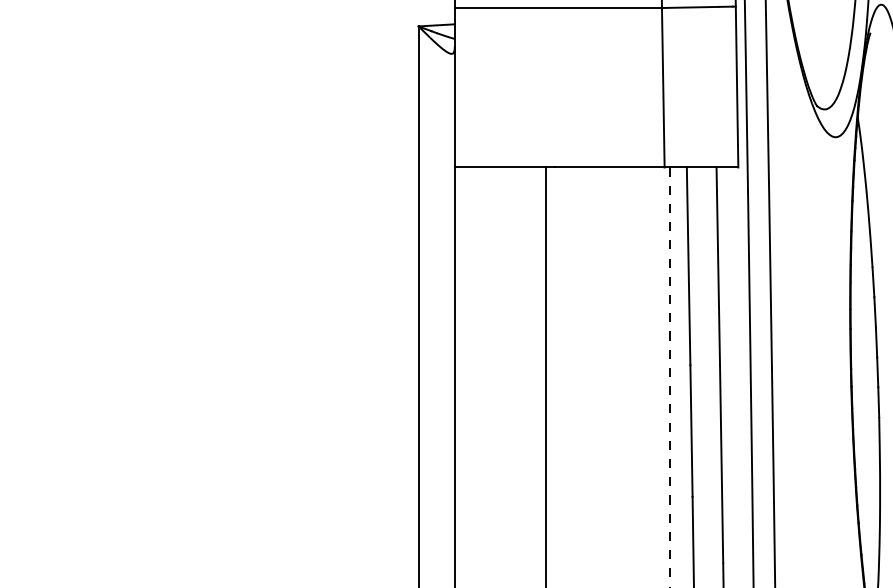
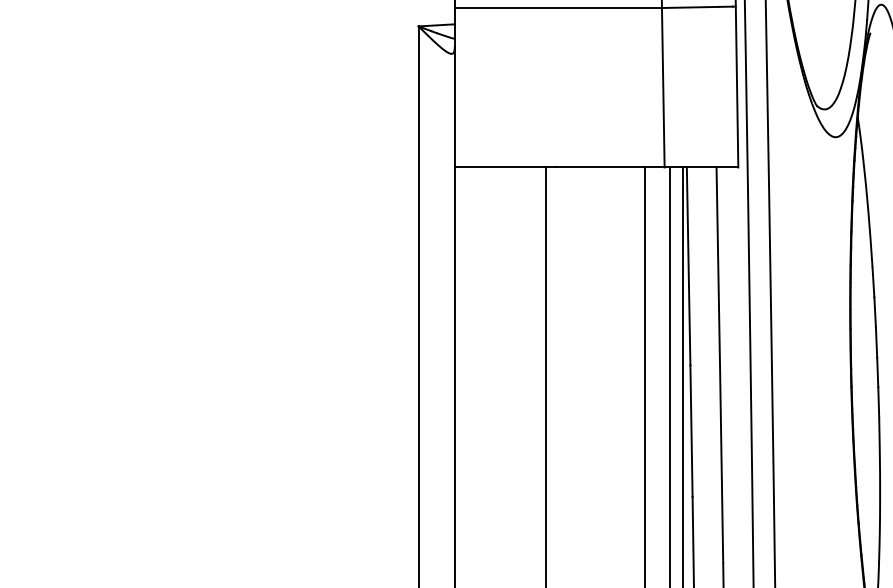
line at (644, 375): none -> present
line at (682, 375): none -> present
line at (670, 378): dashed -> solid
